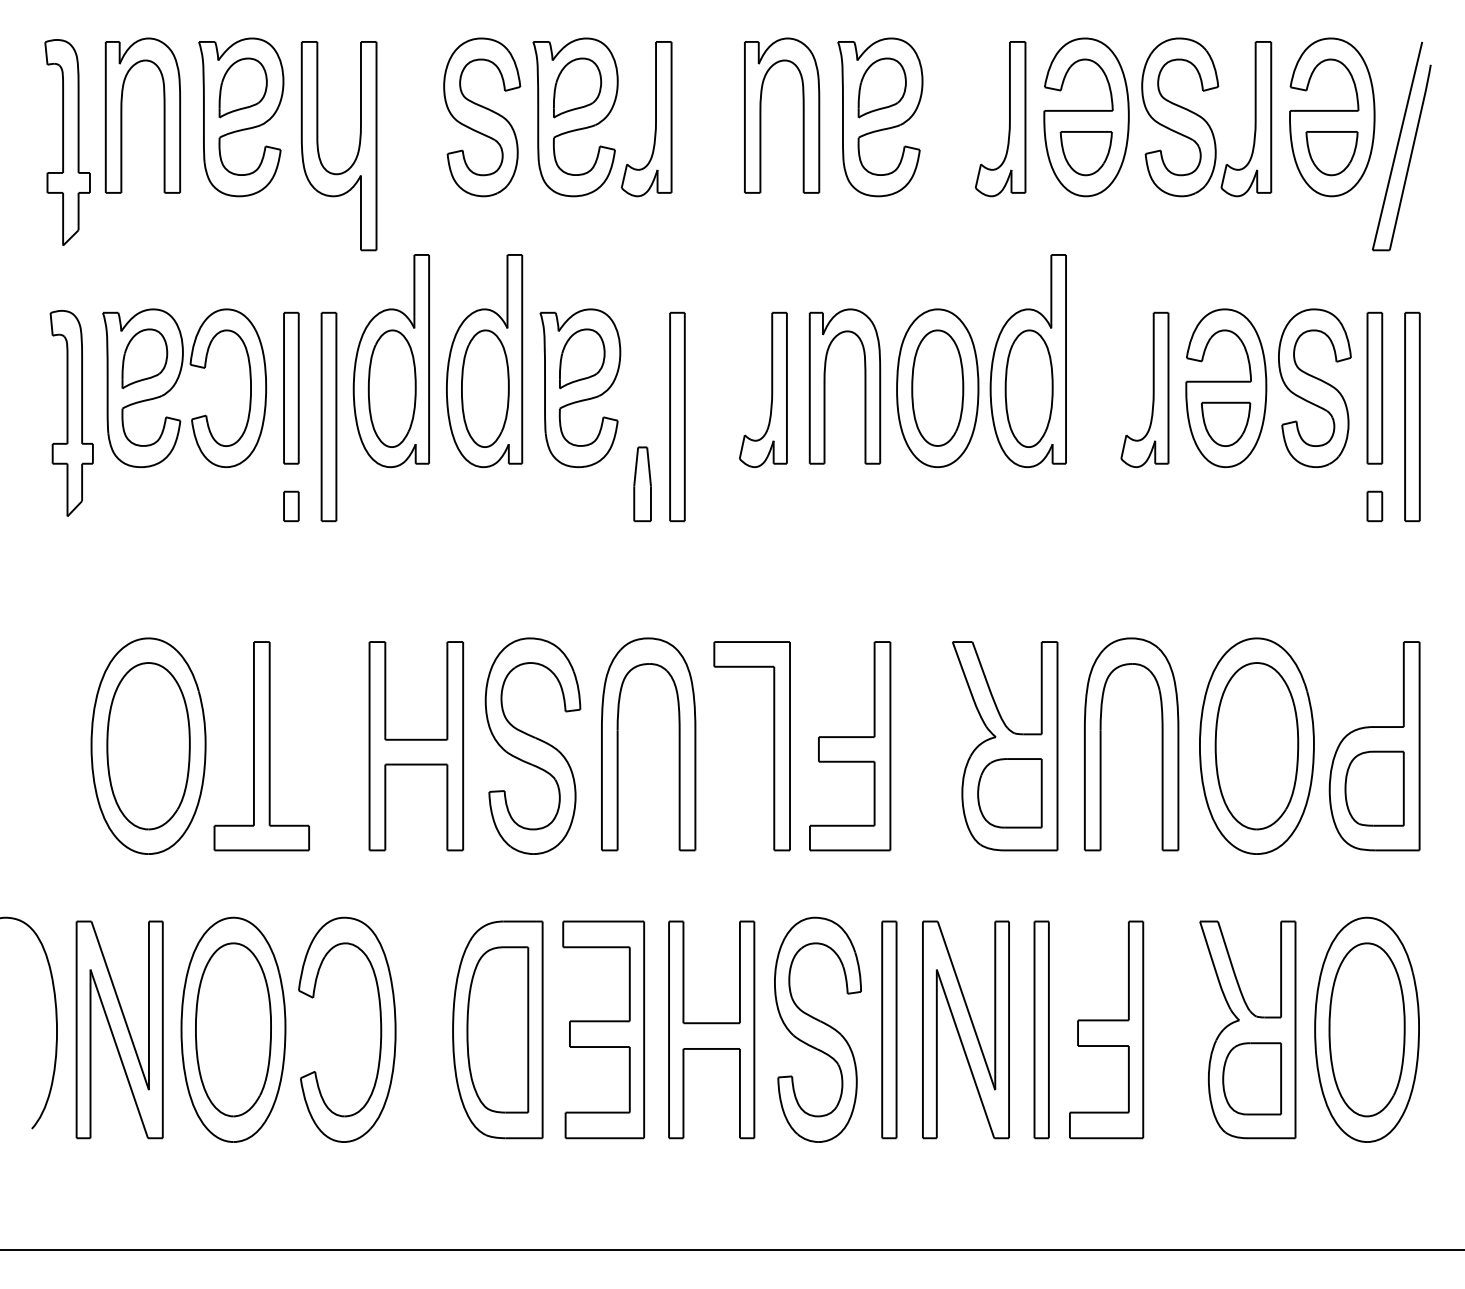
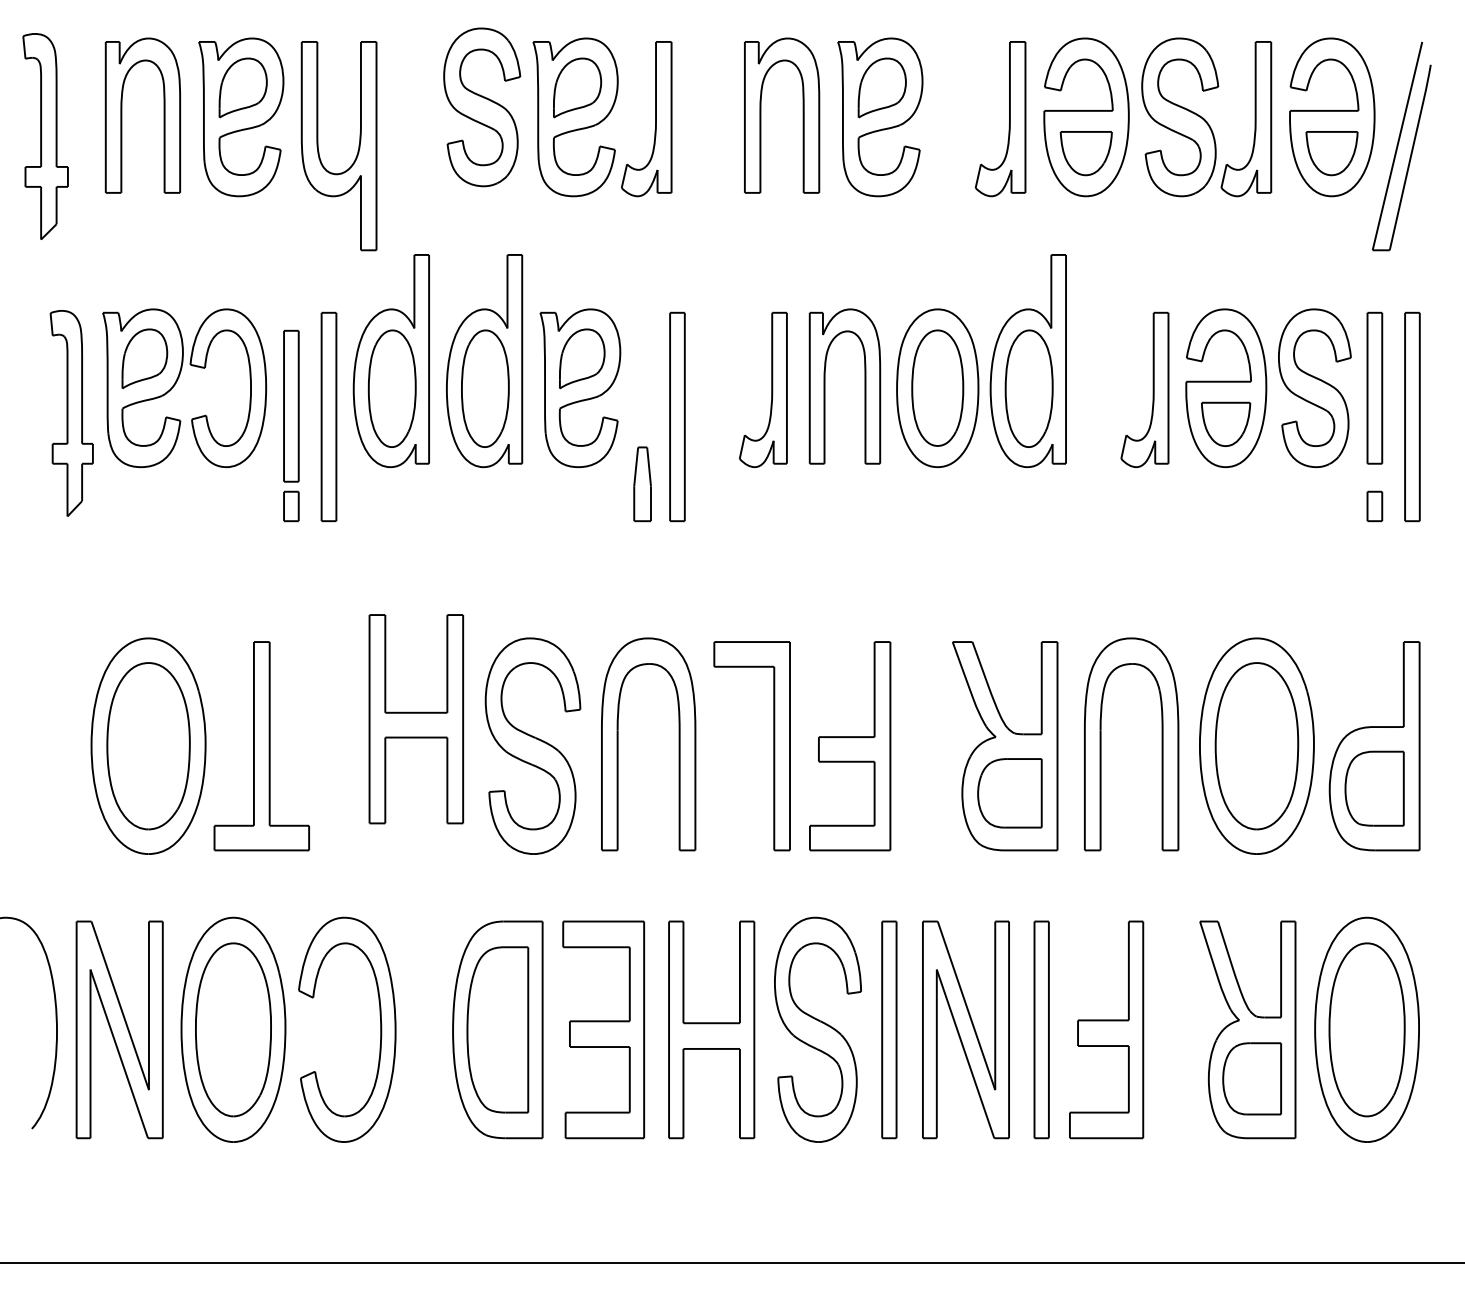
part at (482, 117) position: (482, 117) -> (482, 107)
part at (67, 142) position: (67, 142) -> (45, 136)
part at (291, 387) position: (291, 387) -> (291, 405)
part at (416, 746) position: (416, 746) -> (416, 719)
line at (731, 1250) position: (731, 1250) -> (731, 1263)
